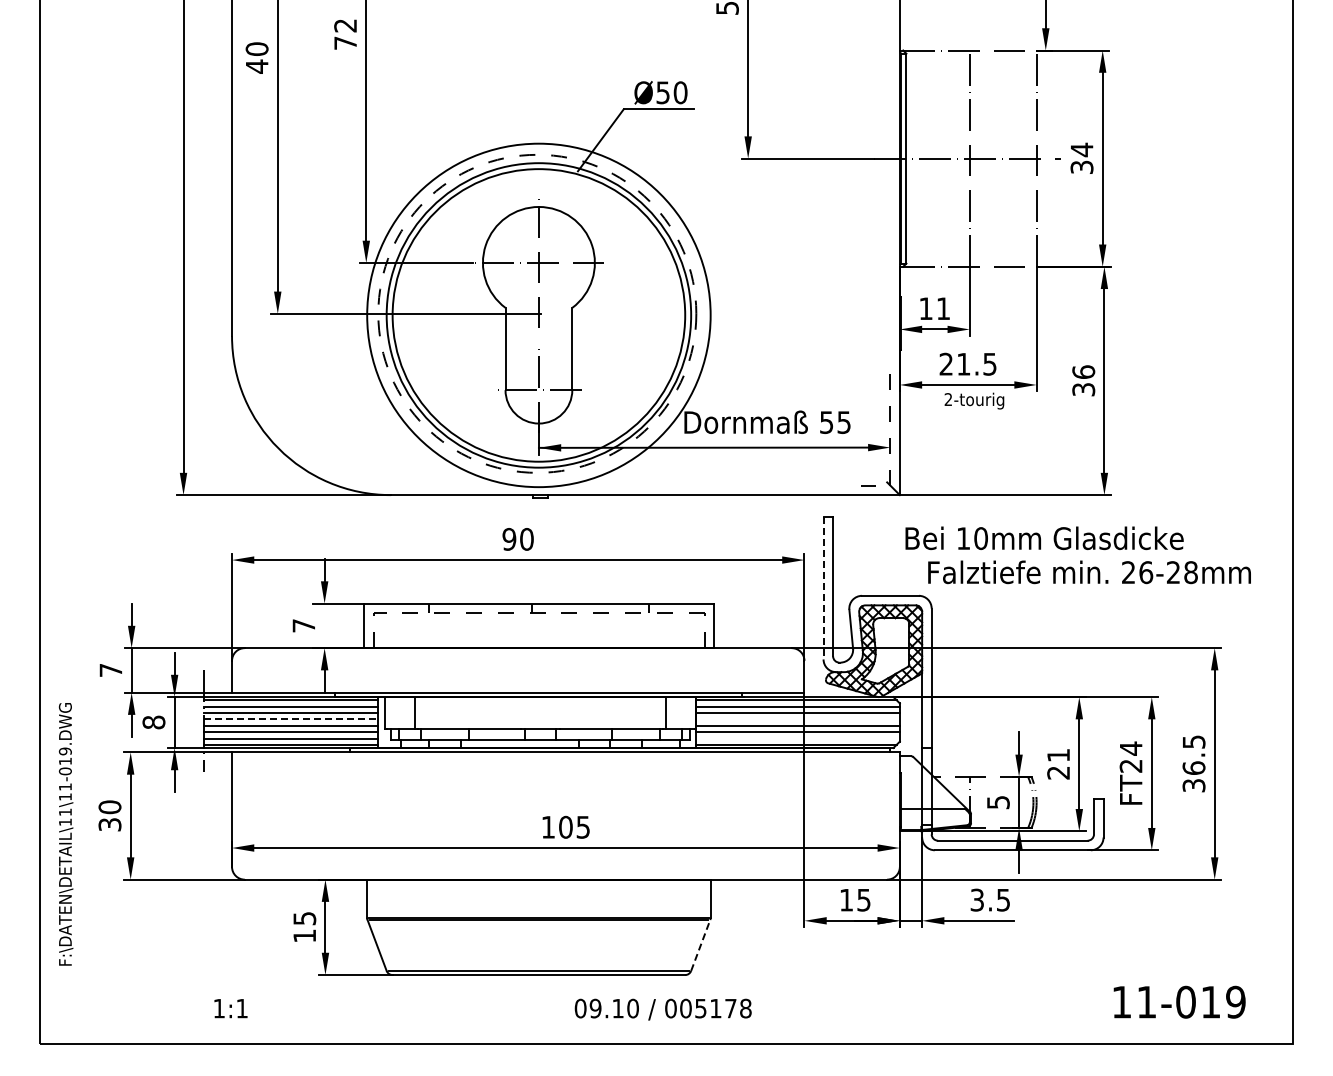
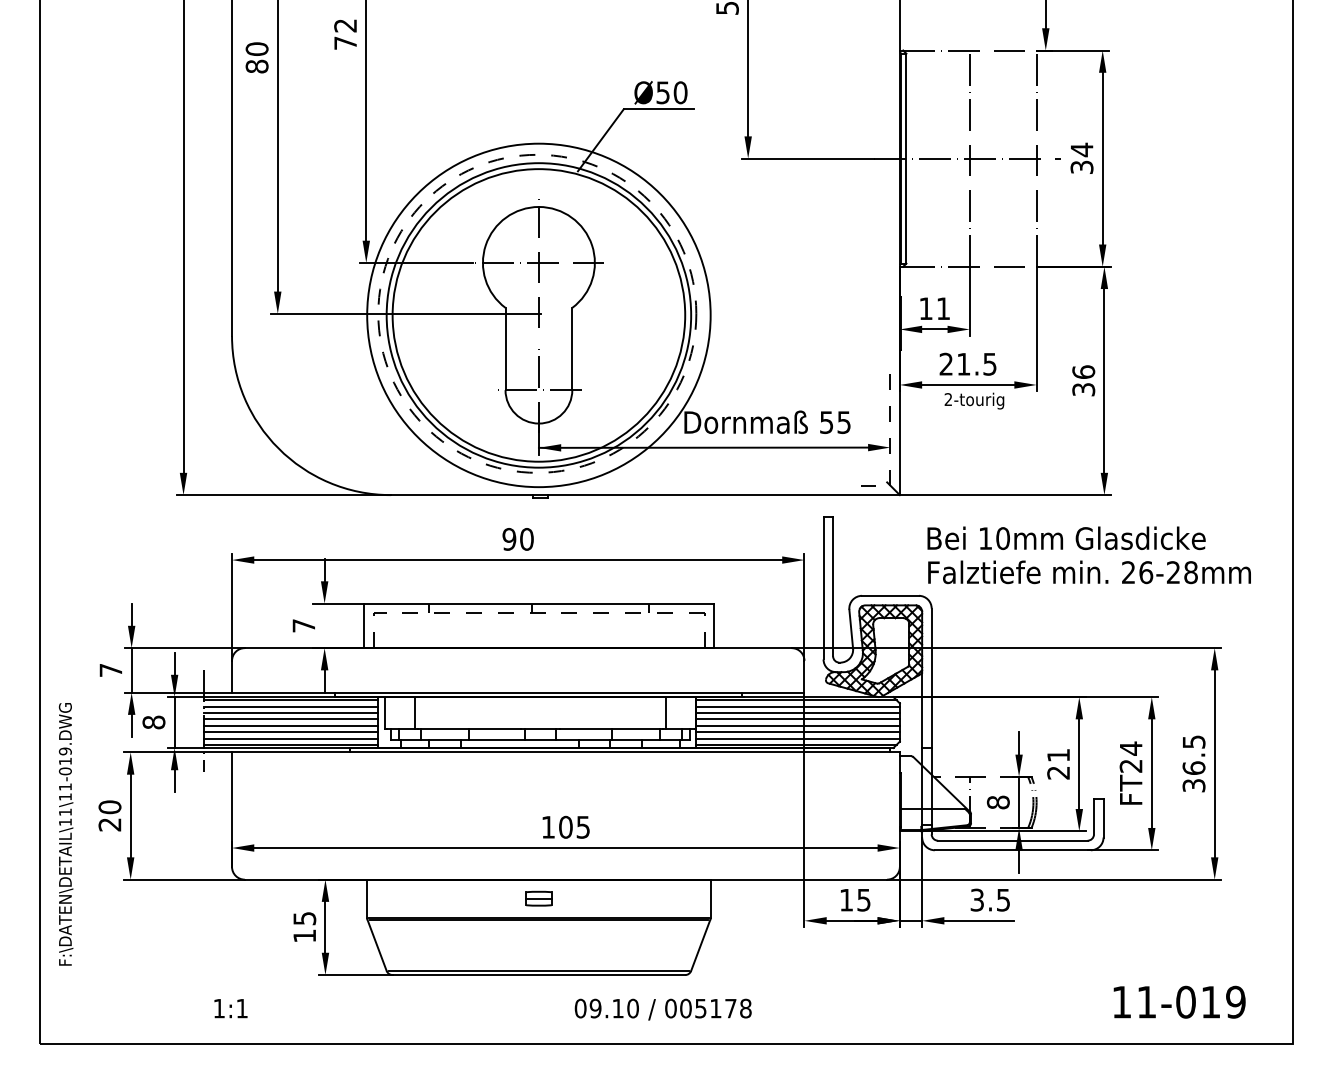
text at (256, 66): 40 -> 80
text at (1044, 538) position: (1044, 538) -> (1066, 538)
line at (823, 588): dashed -> solid
line at (291, 719): dashed -> solid
line at (797, 719): none -> present
line at (797, 738): none -> present
text at (997, 802): 5 -> 8
text at (109, 824): 30 -> 20
part at (538, 898): none -> present
line at (700, 945): dashed -> solid
